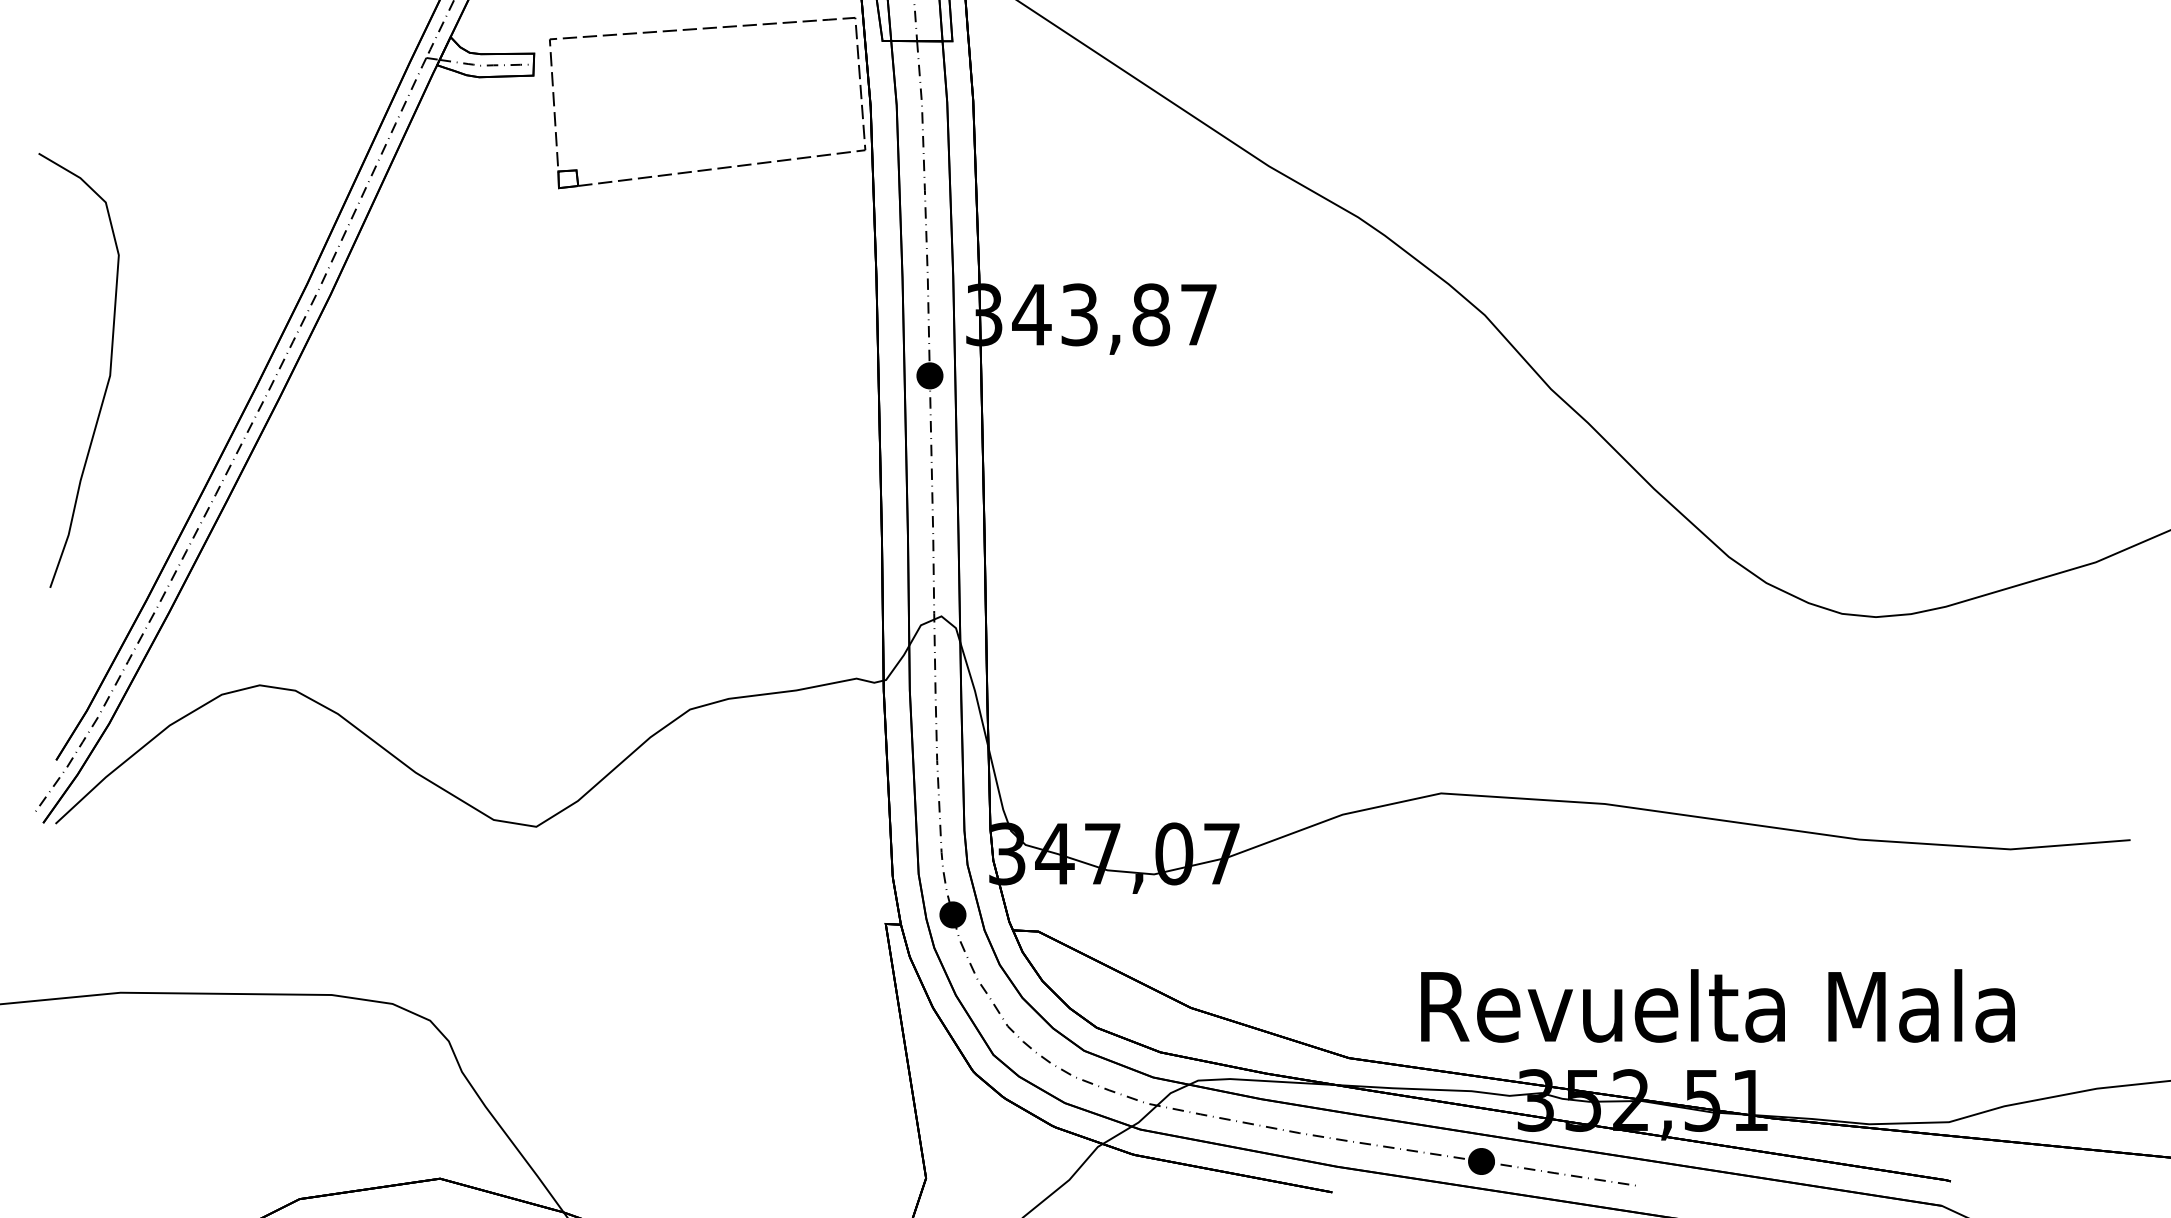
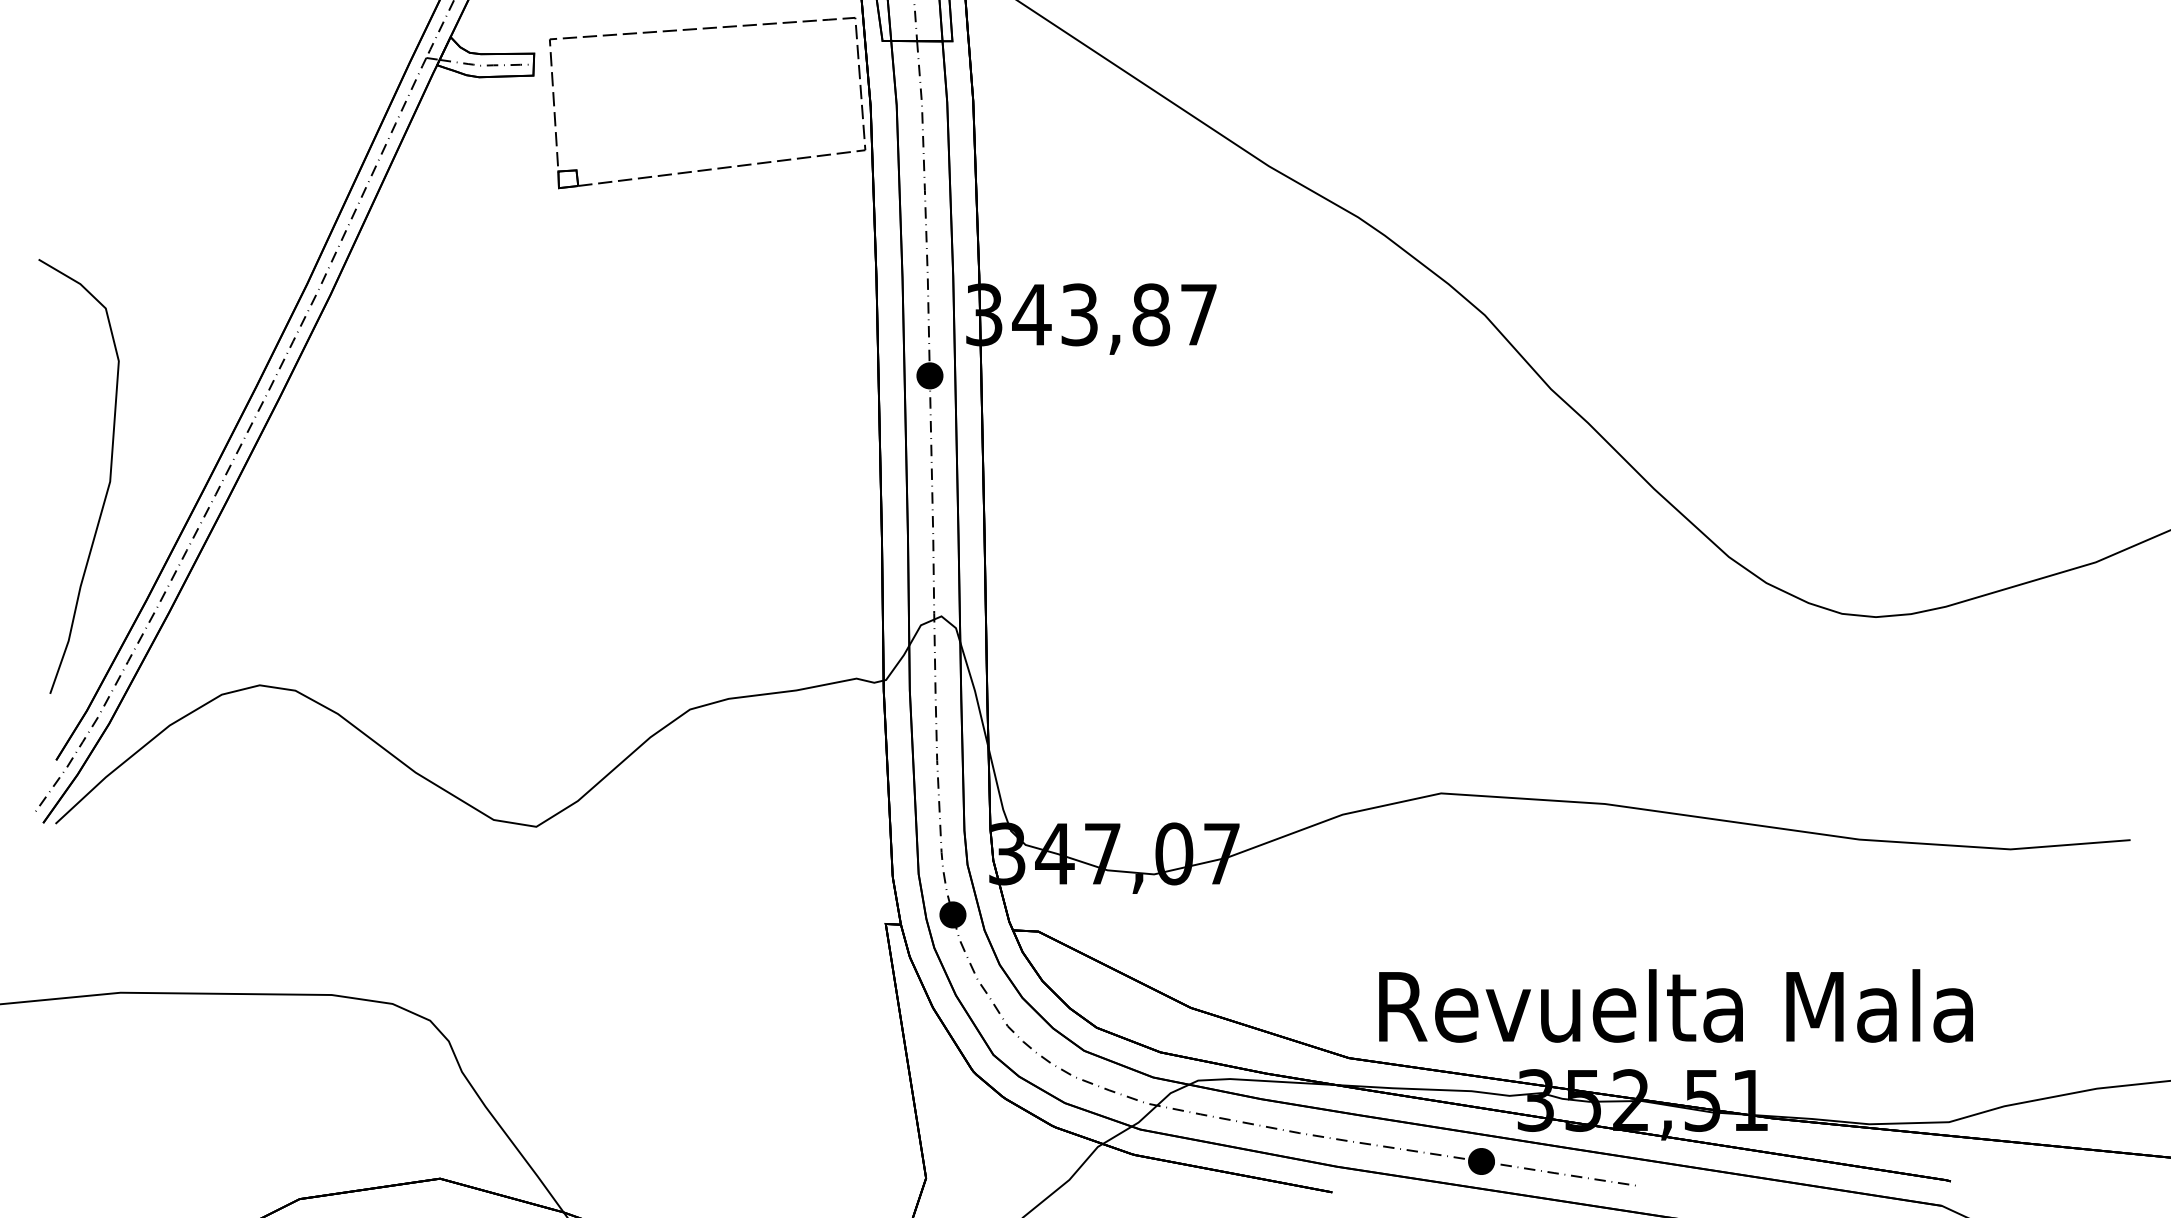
curve at (107, 380) position: (107, 380) -> (107, 486)
text at (1717, 1005) position: (1717, 1005) -> (1675, 1005)
